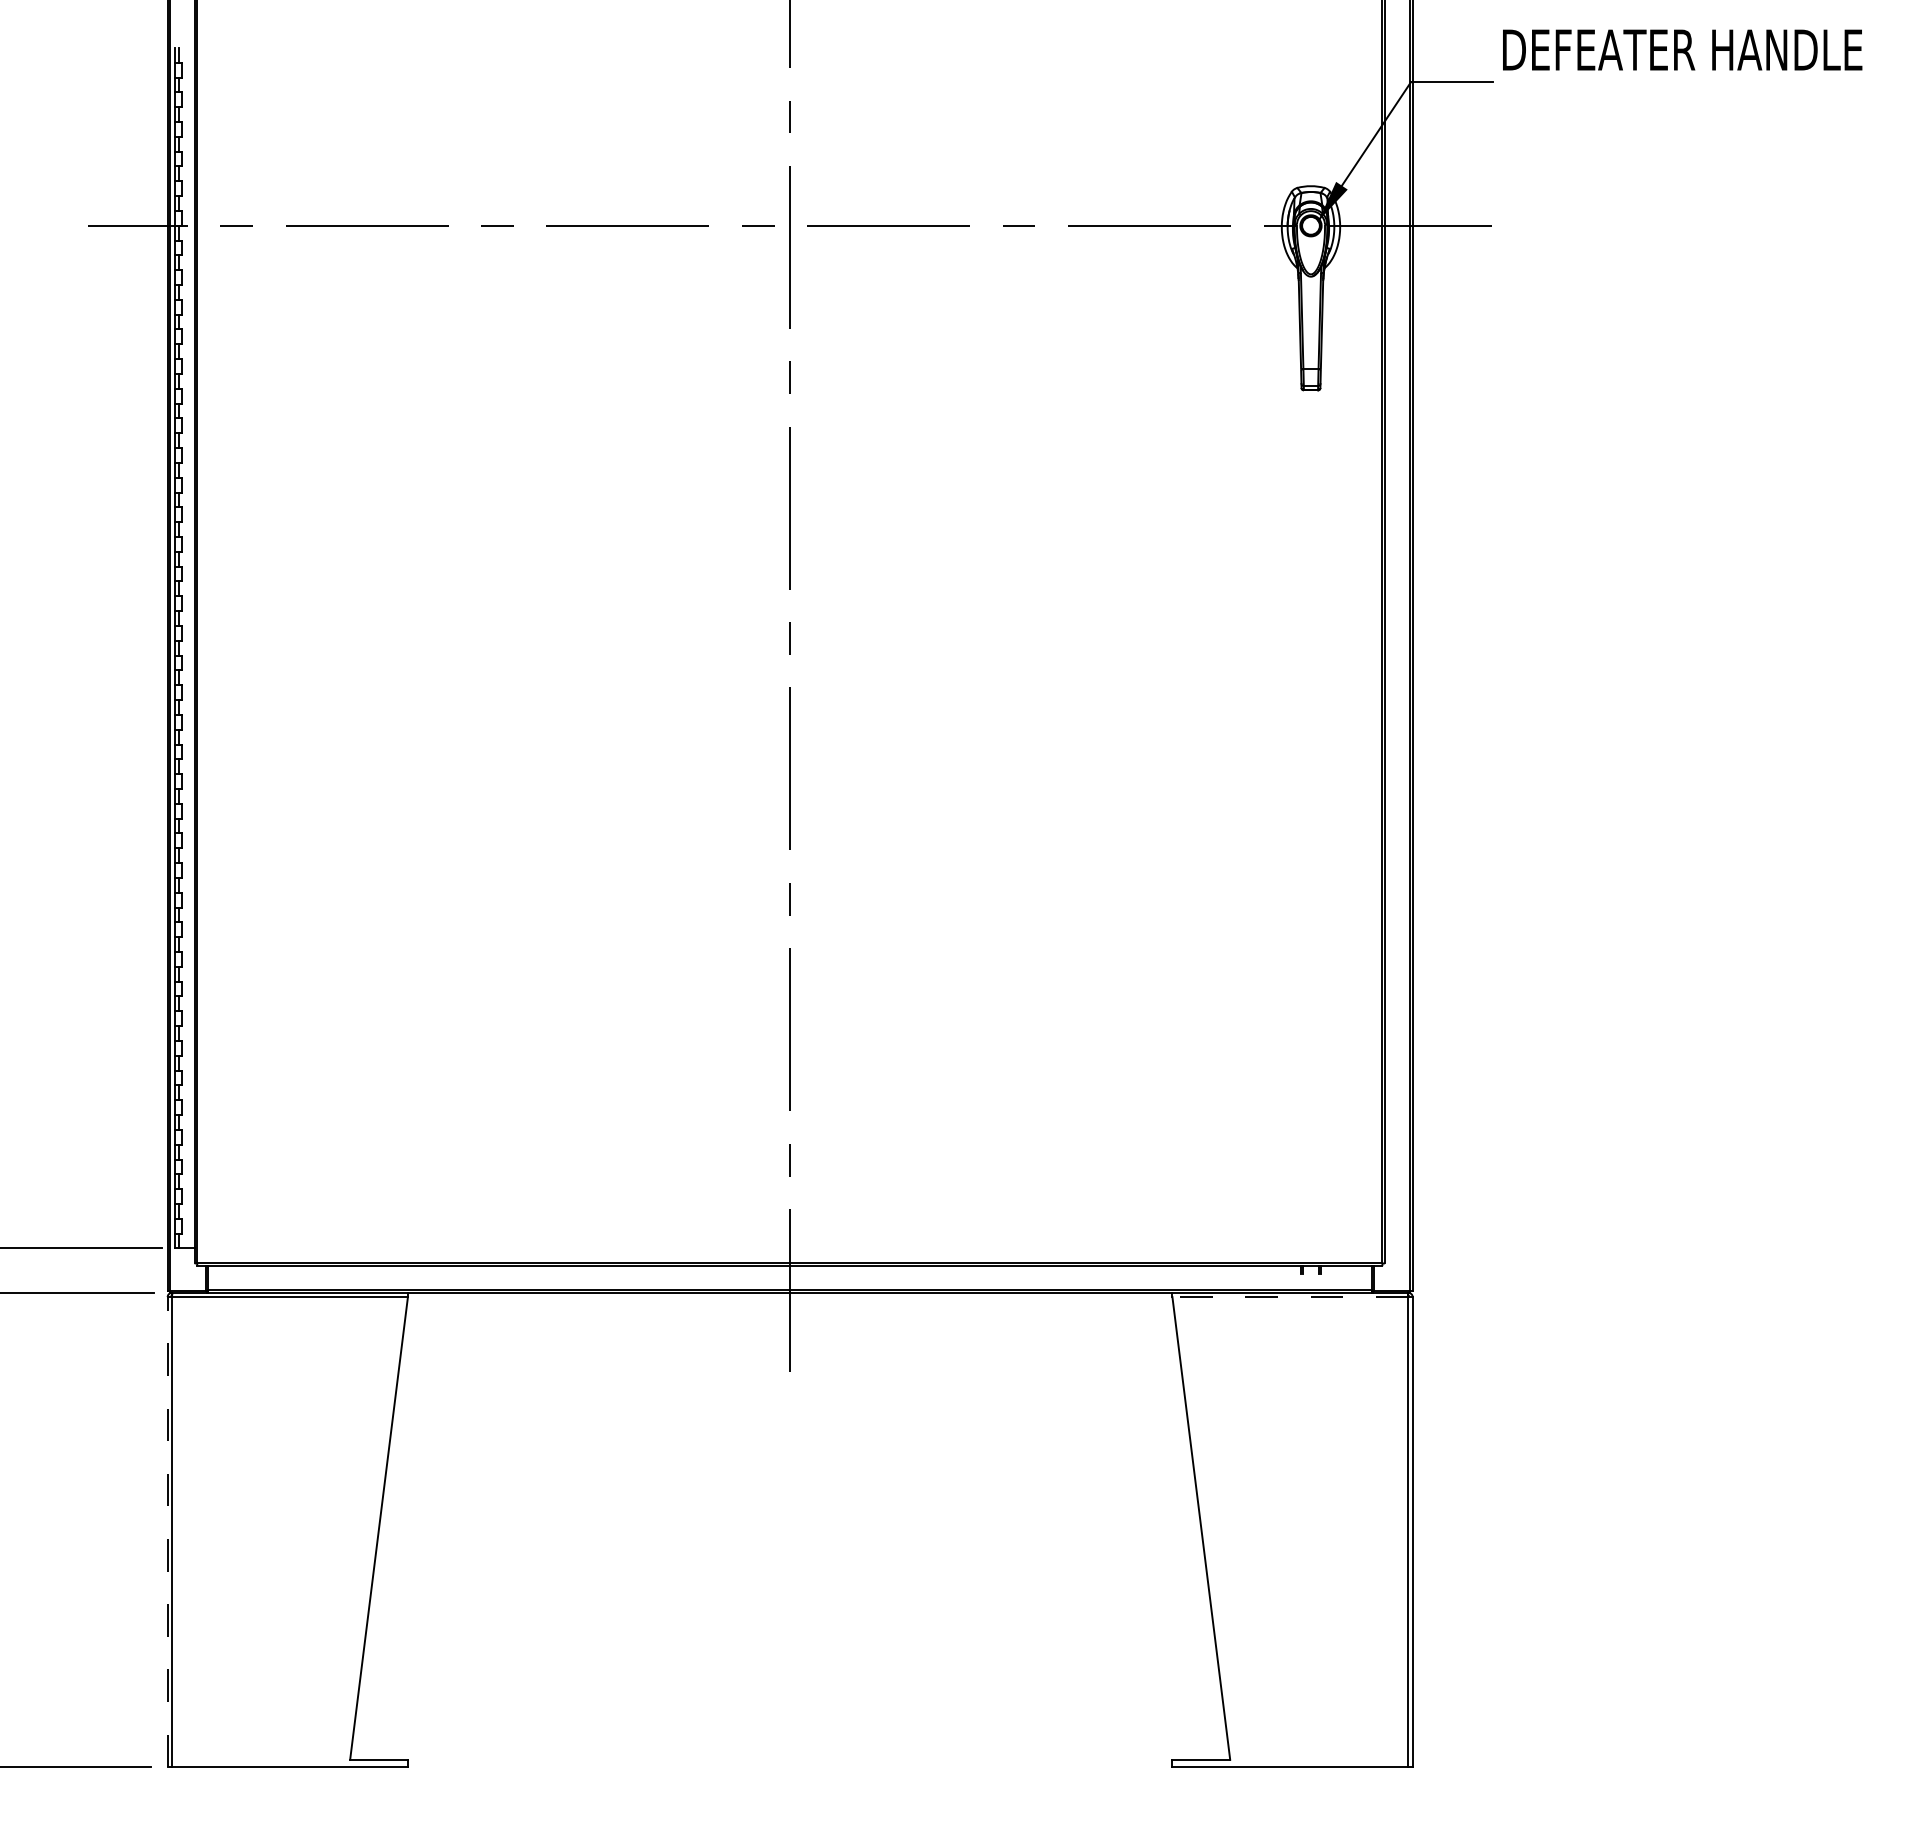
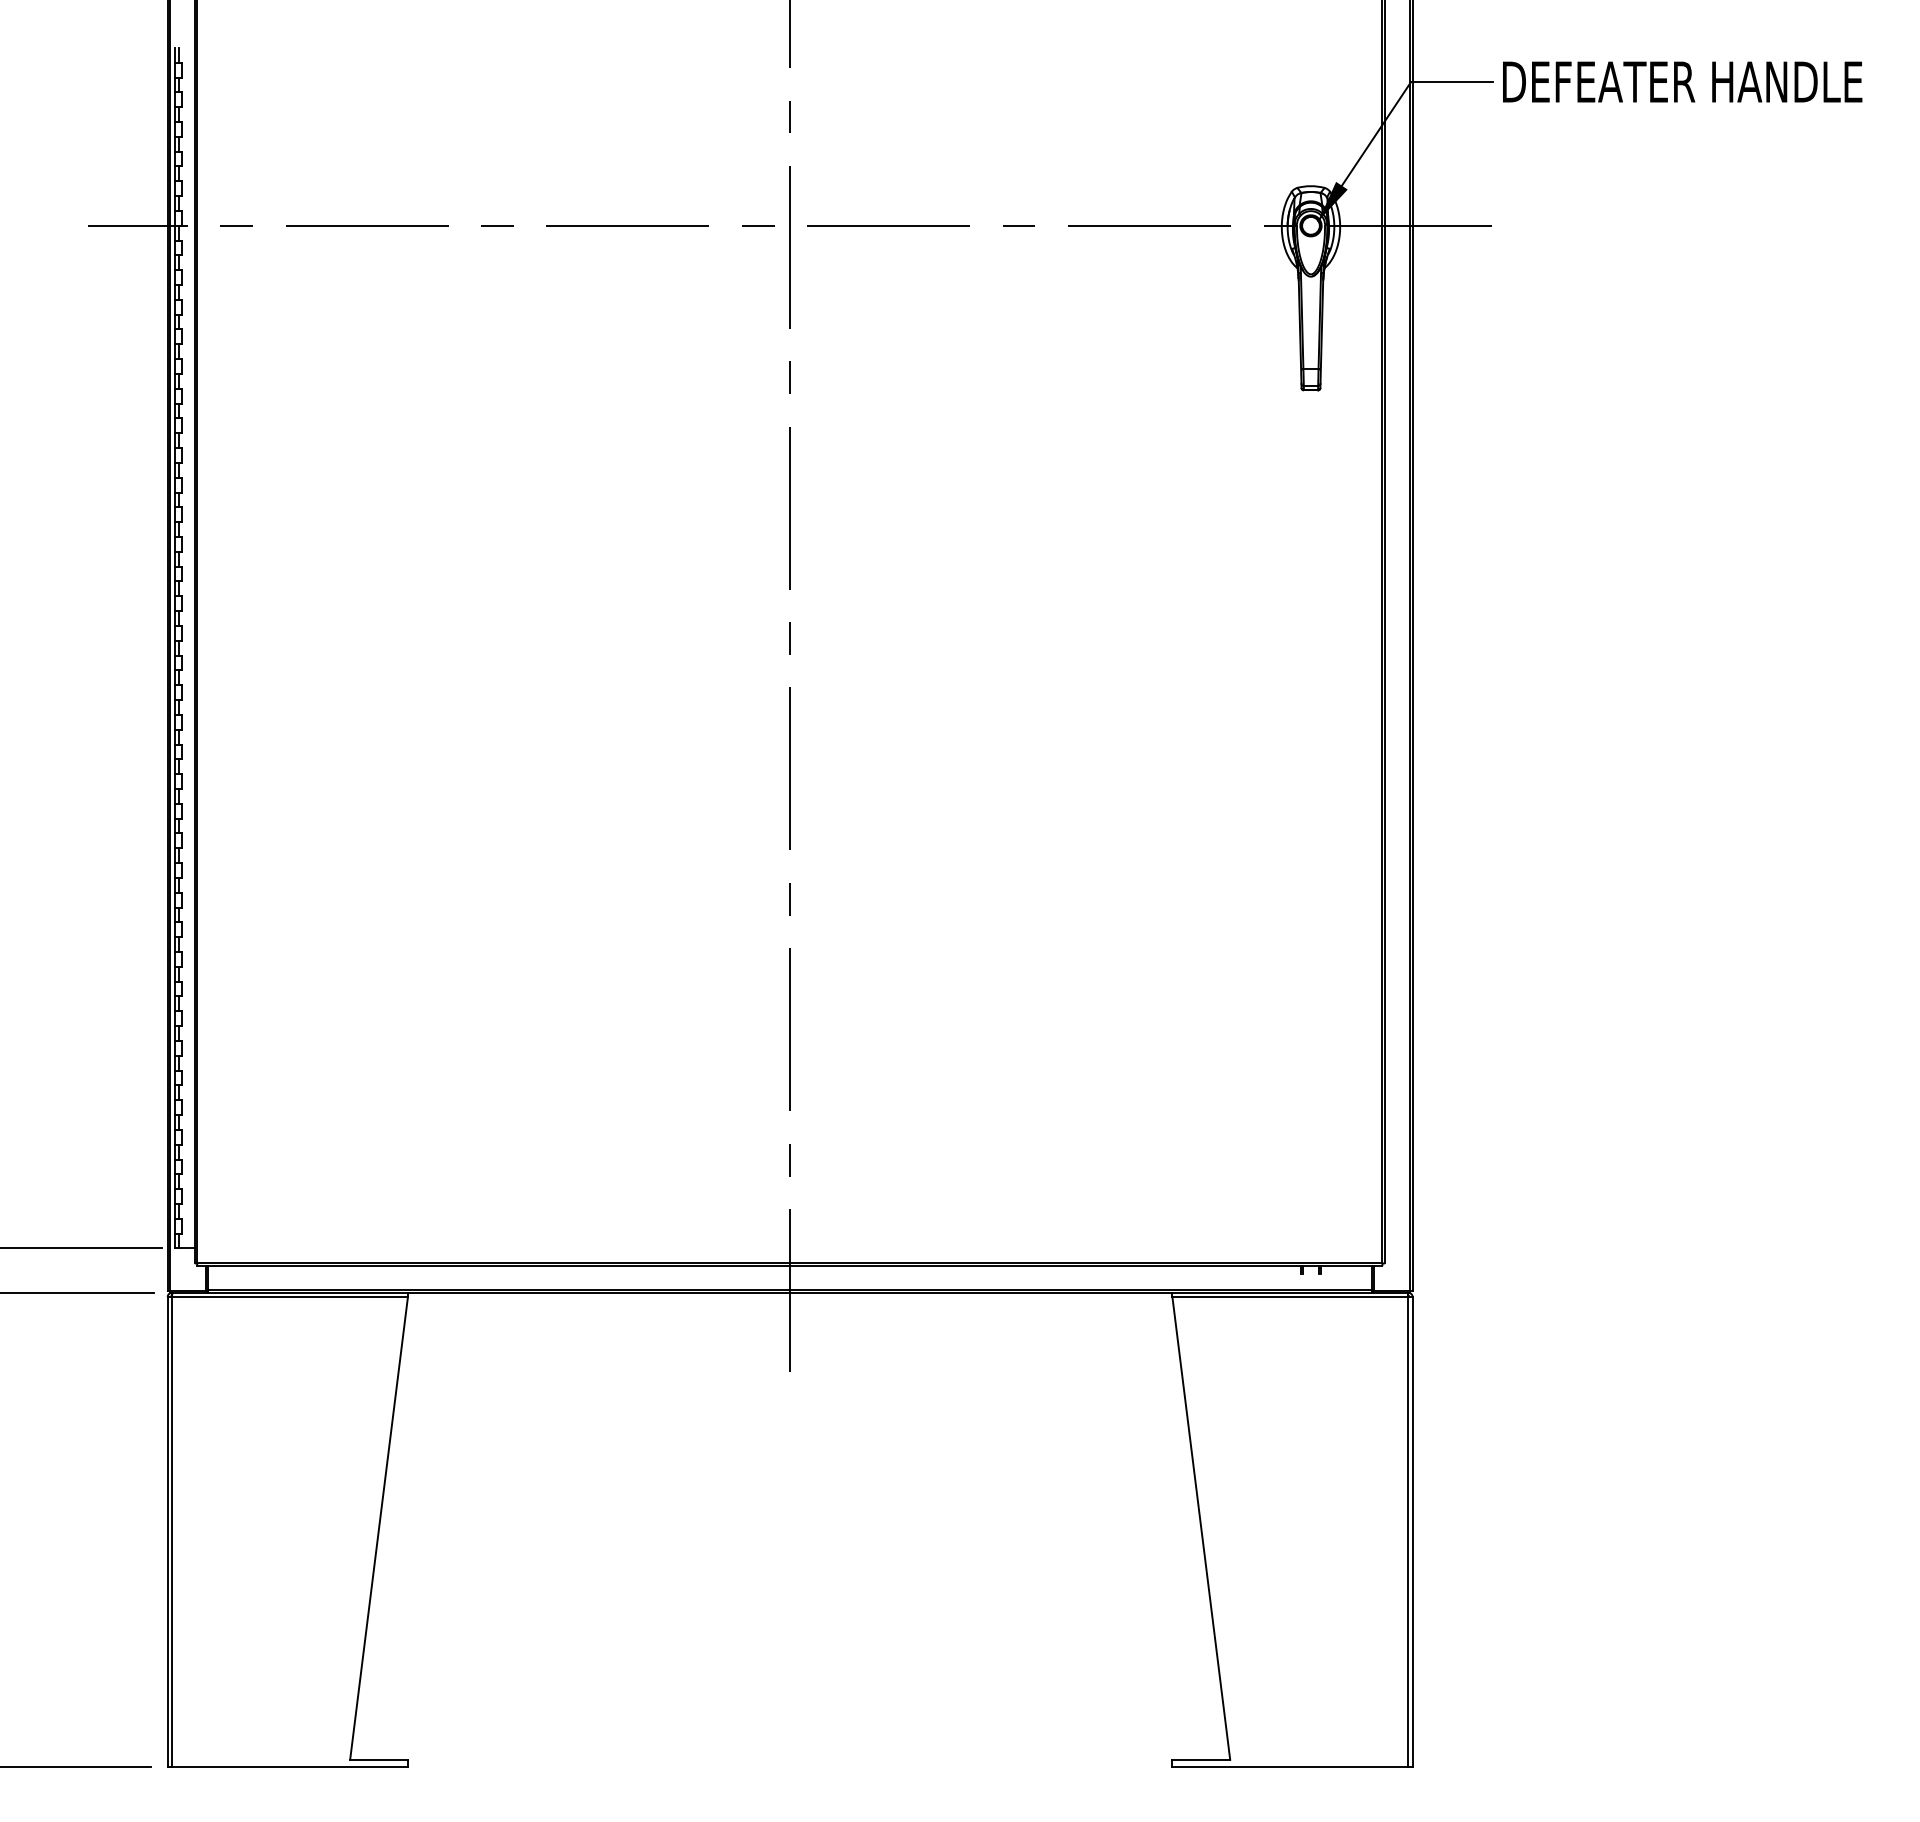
text at (1682, 49) position: (1682, 49) -> (1682, 81)
line at (1289, 1297): dashed -> solid
line at (167, 1531): dashed -> solid
